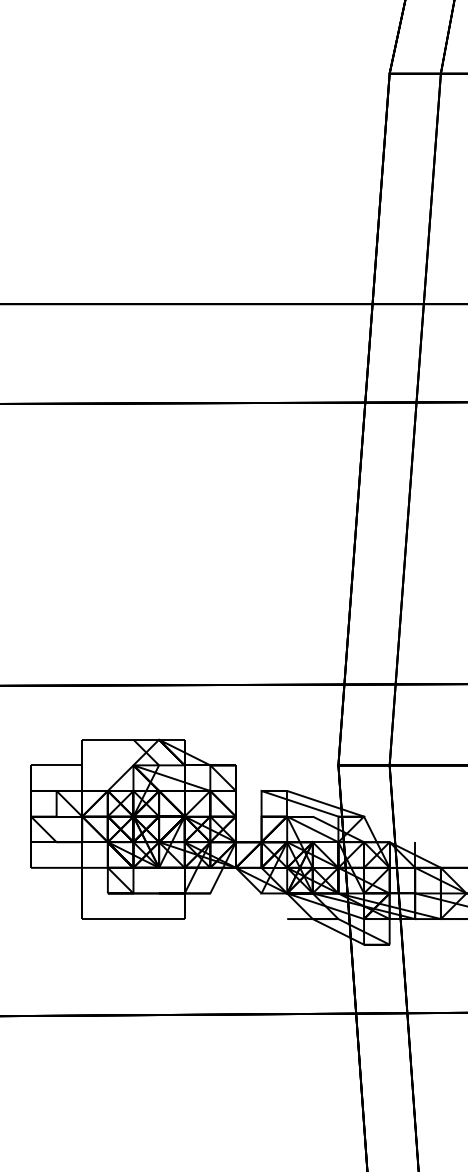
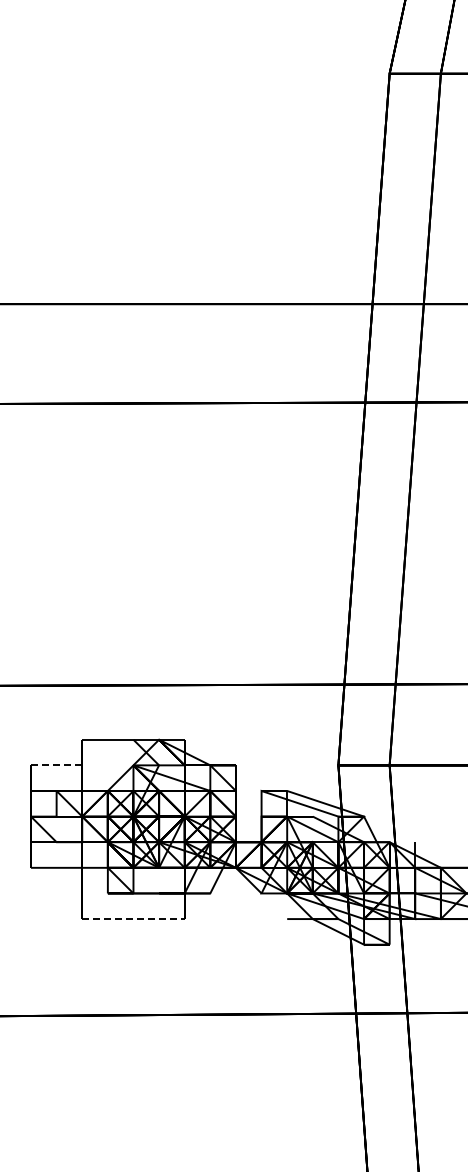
line at (56, 765): solid -> dashed
line at (133, 919): solid -> dashed
